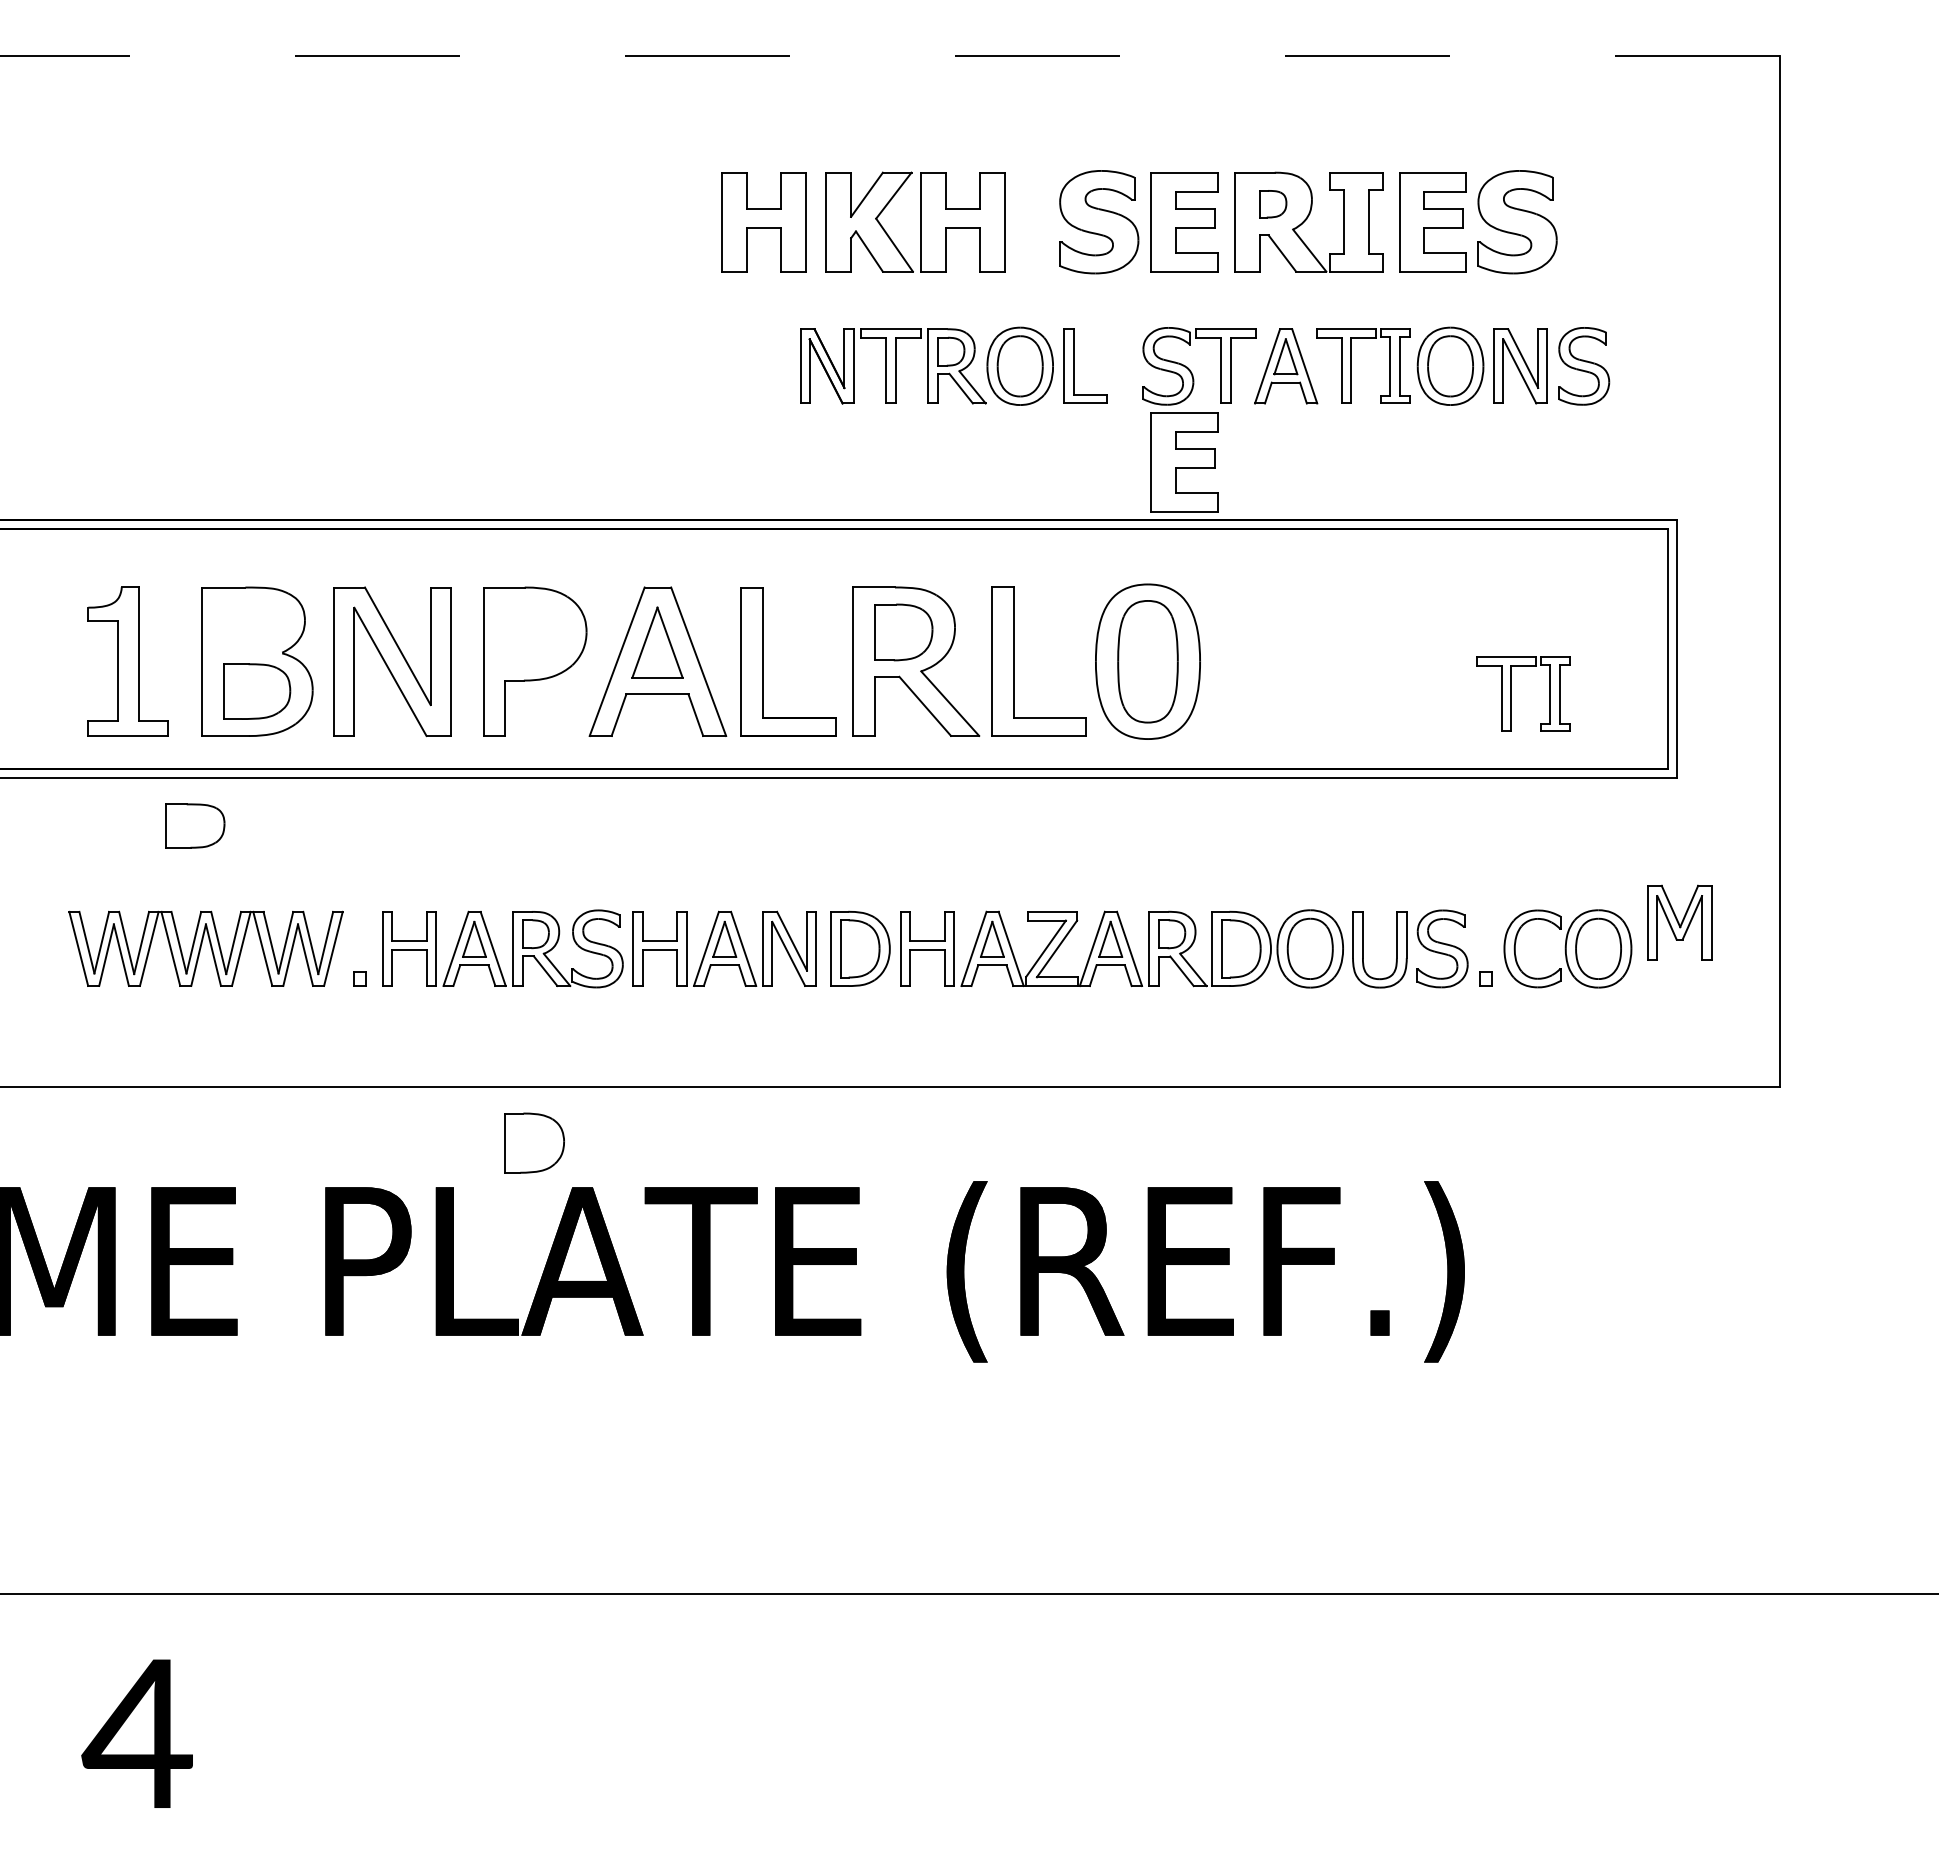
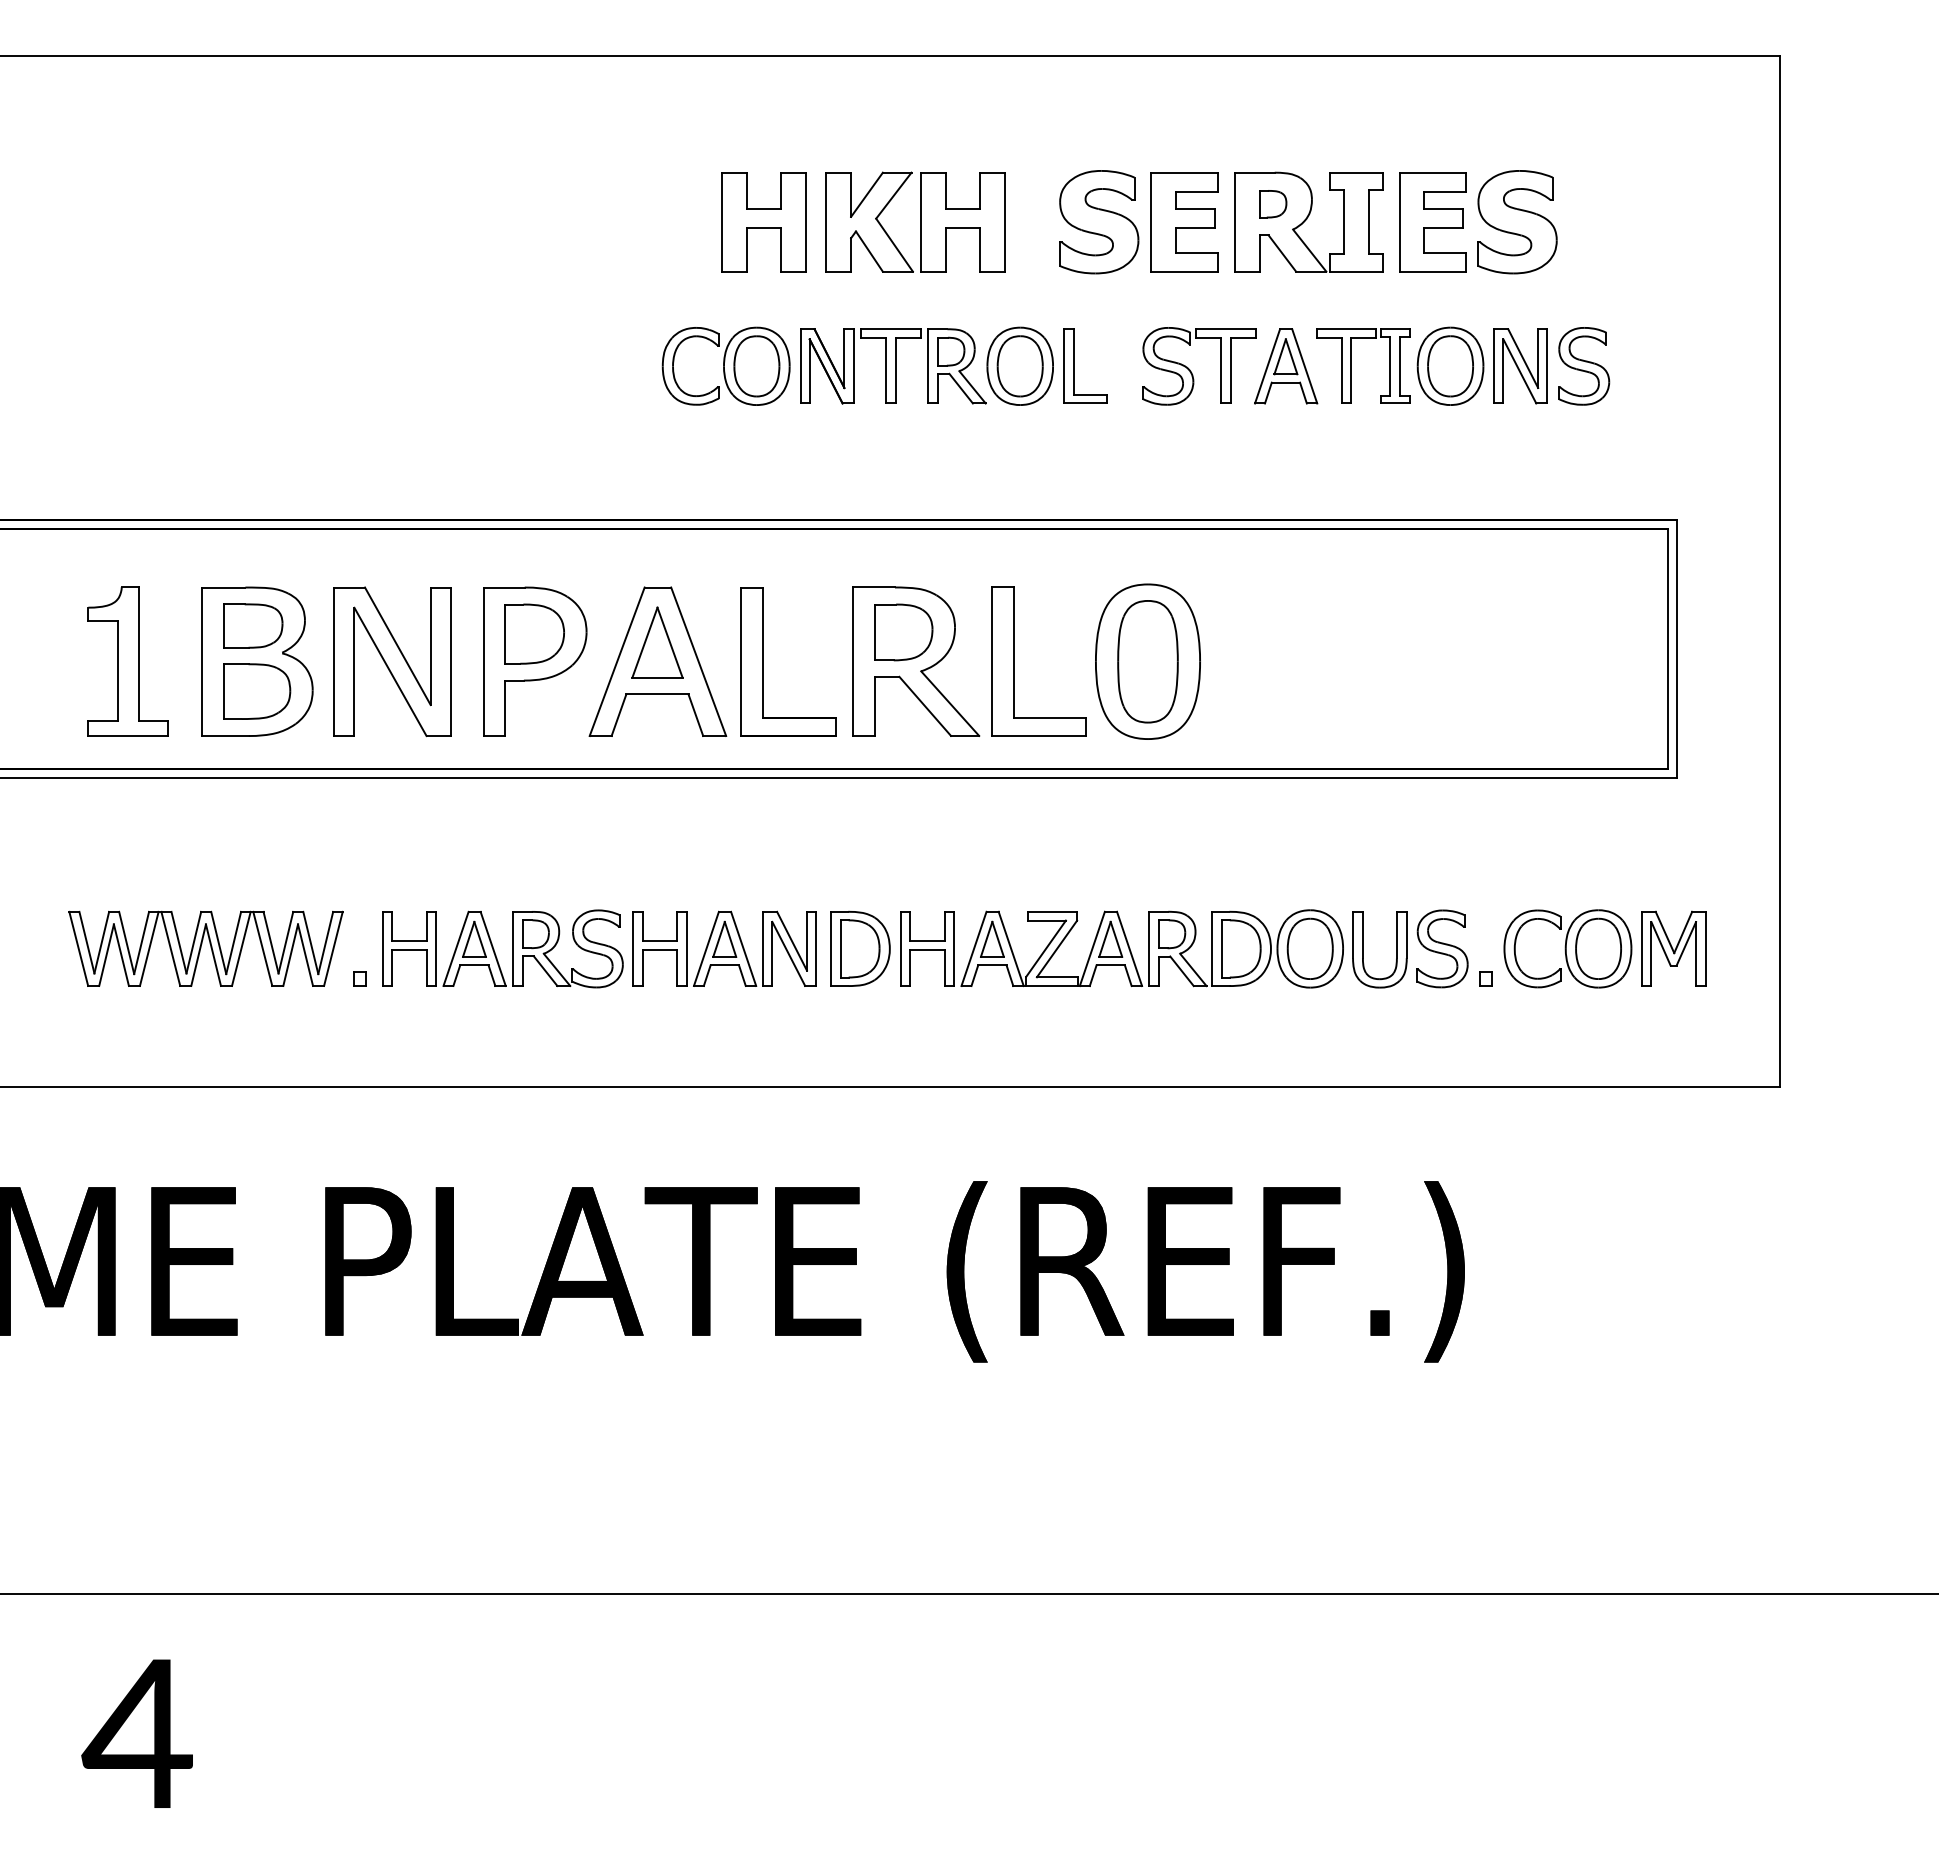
line at (890, 55): dashed -> solid
part at (725, 365): none -> present
part at (1184, 462): present -> none
part at (1511, 693): present -> none
part at (195, 825) position: (195, 825) -> (253, 625)
part at (1679, 922) position: (1679, 922) -> (1673, 948)
part at (534, 1142) position: (534, 1142) -> (534, 633)
